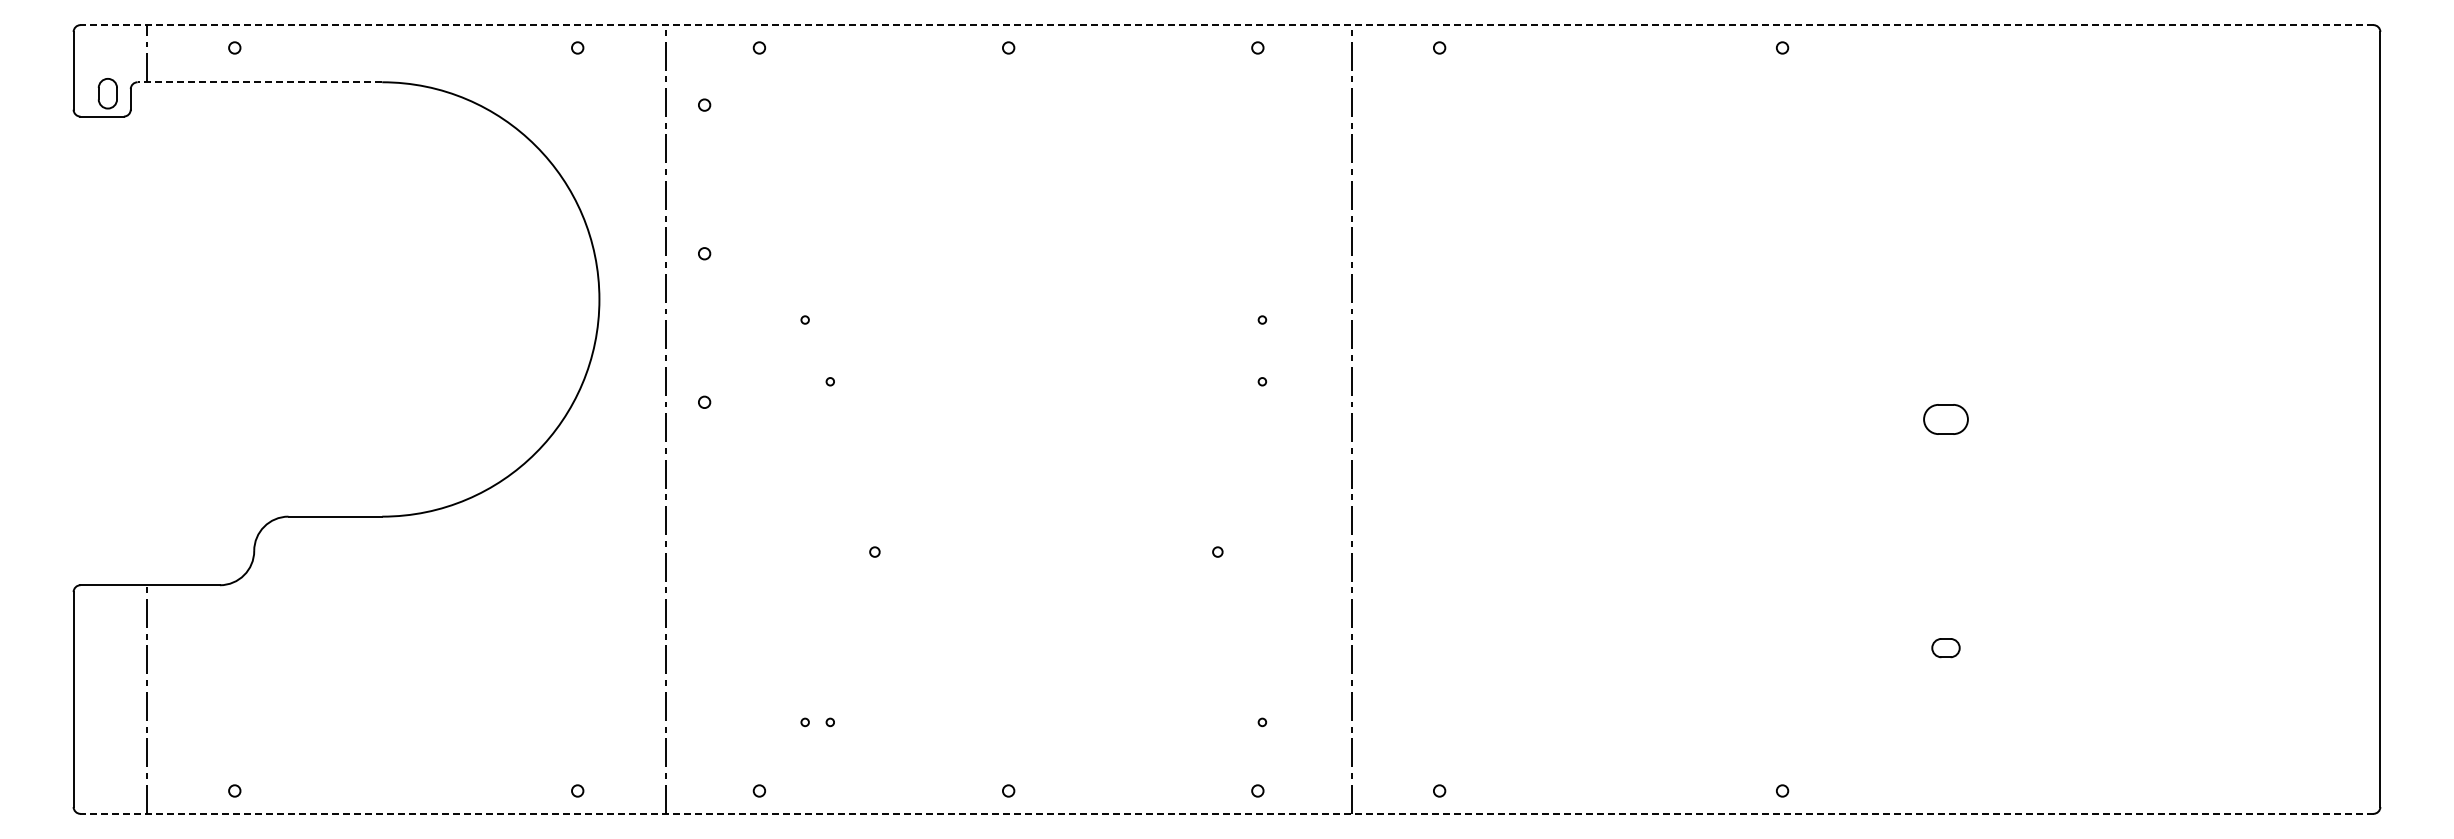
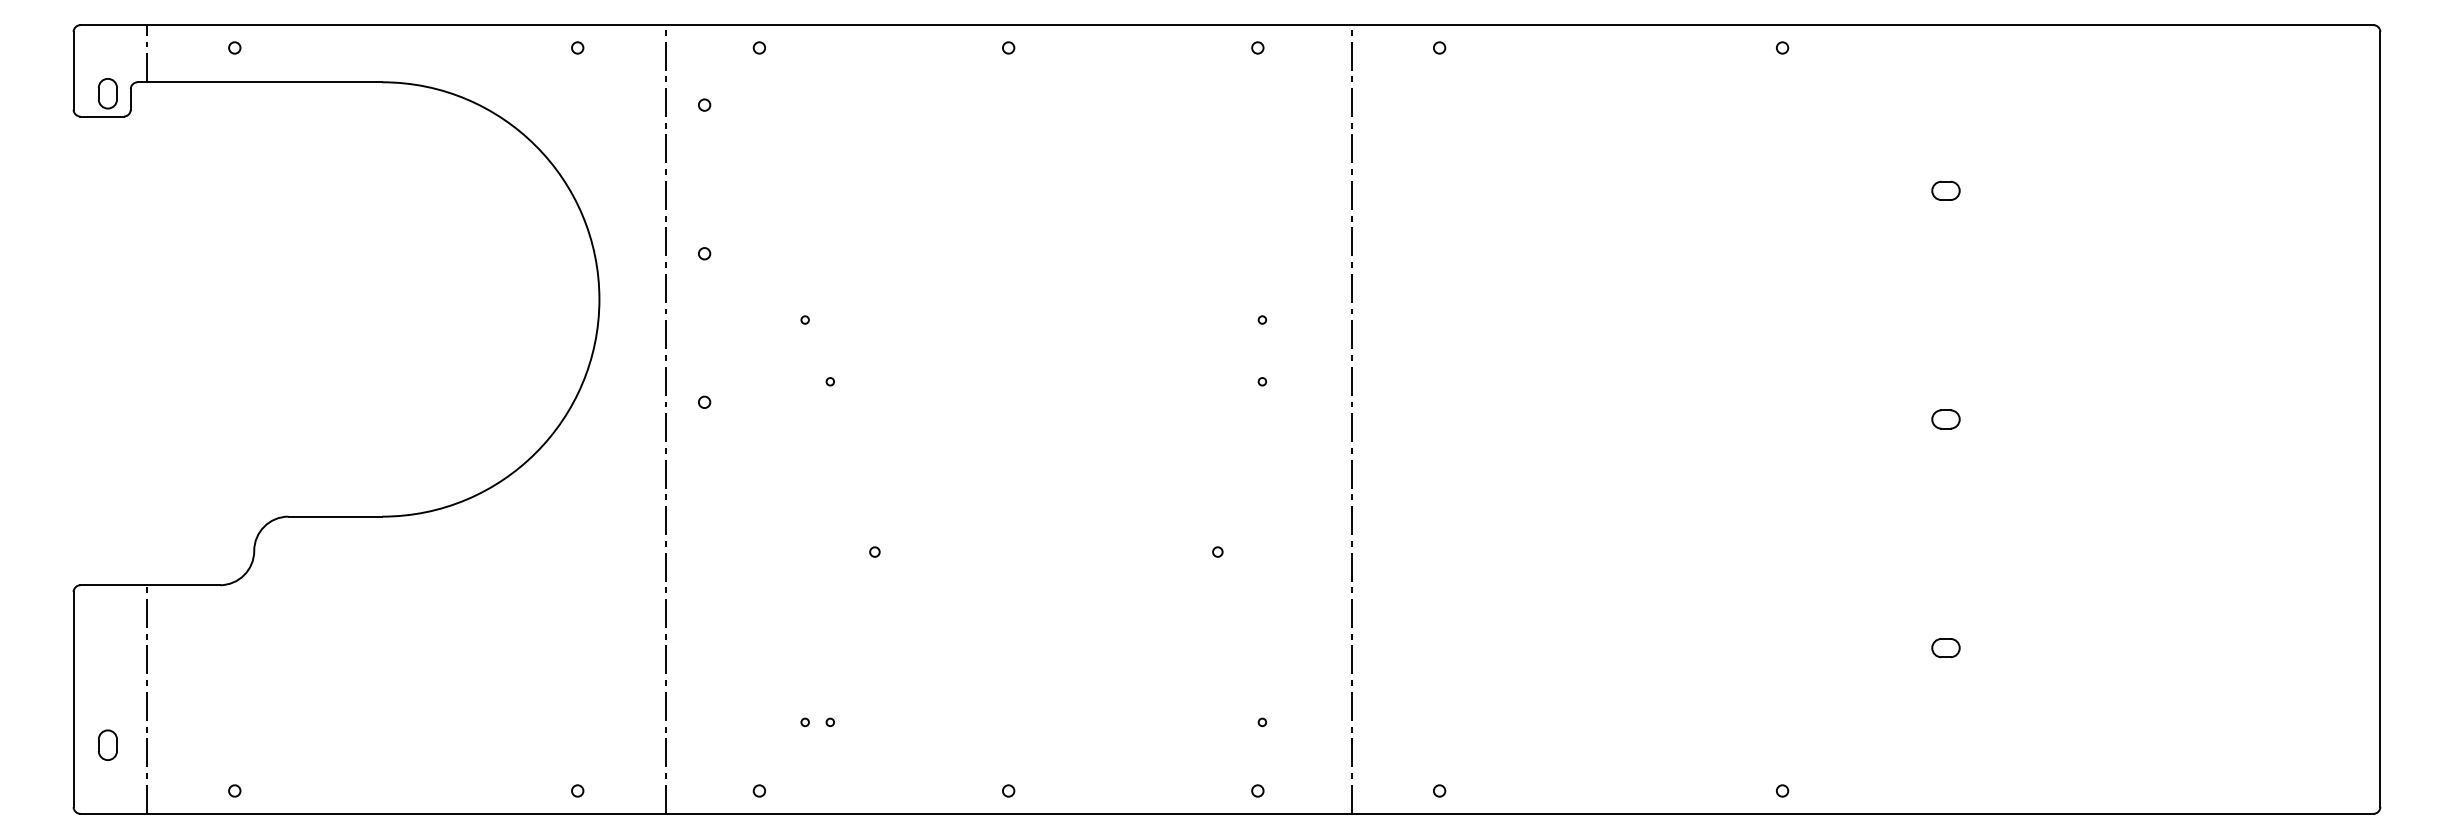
line at (1226, 25): dashed -> solid
line at (259, 82): dashed -> solid
part at (1945, 190): none -> present
part at (1945, 419) size: 46x31 px -> 30x21 px
part at (107, 744): none -> present
line at (1226, 813): dashed -> solid
